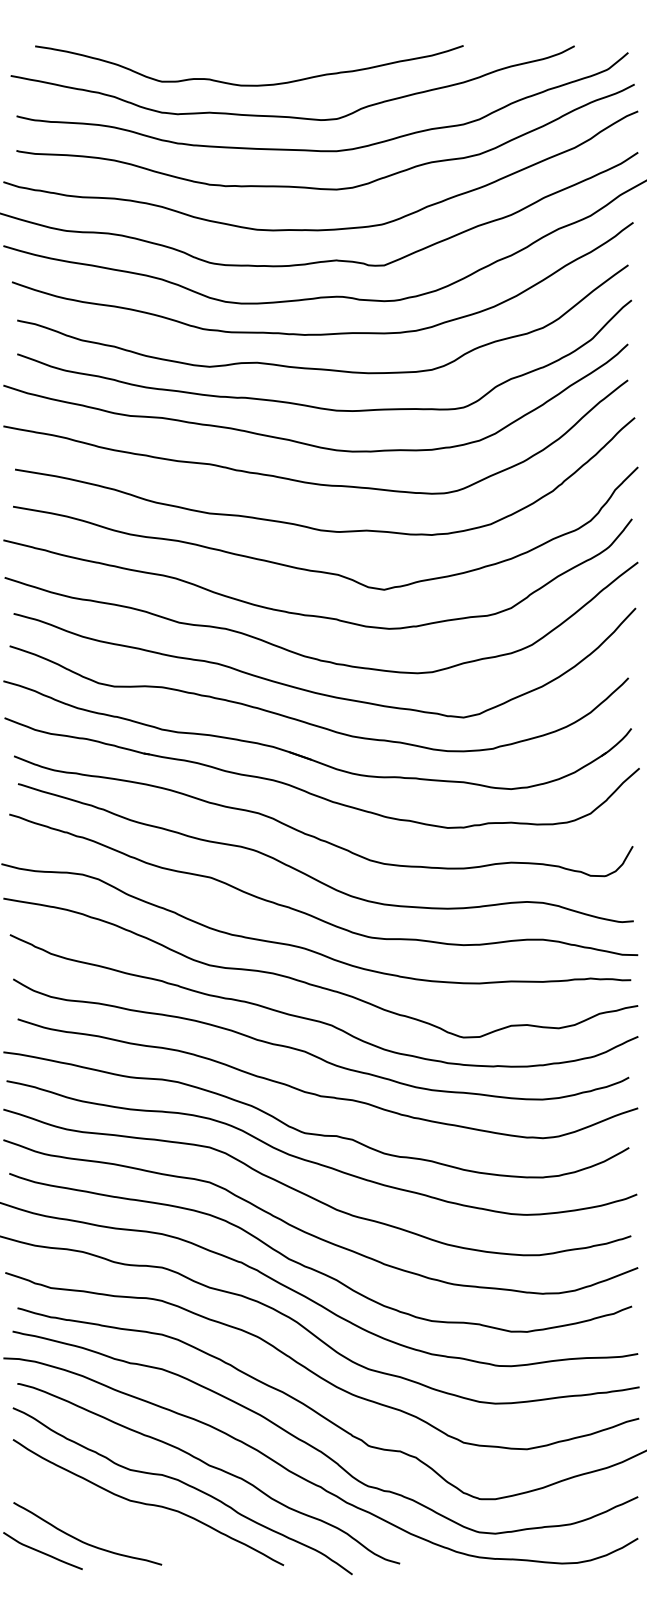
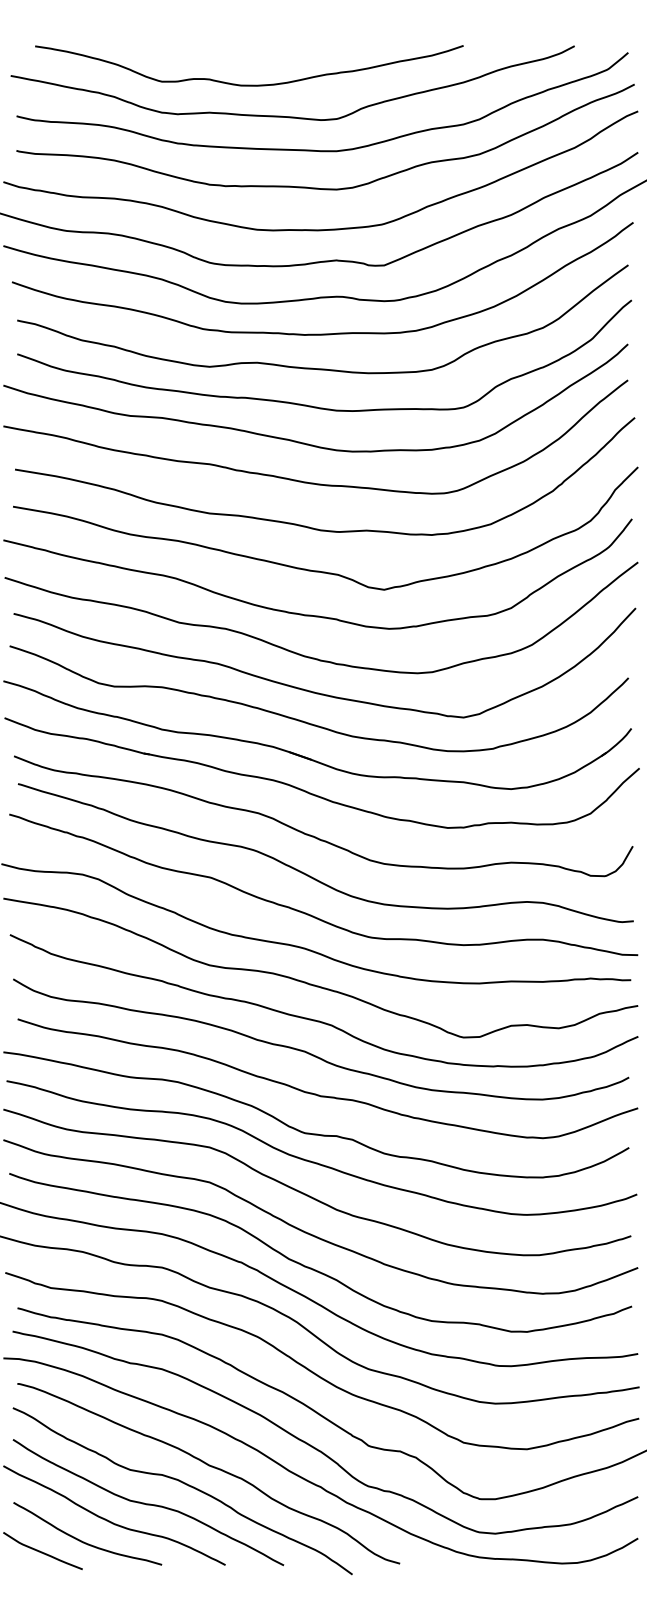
curve at (111, 1521): none -> present
